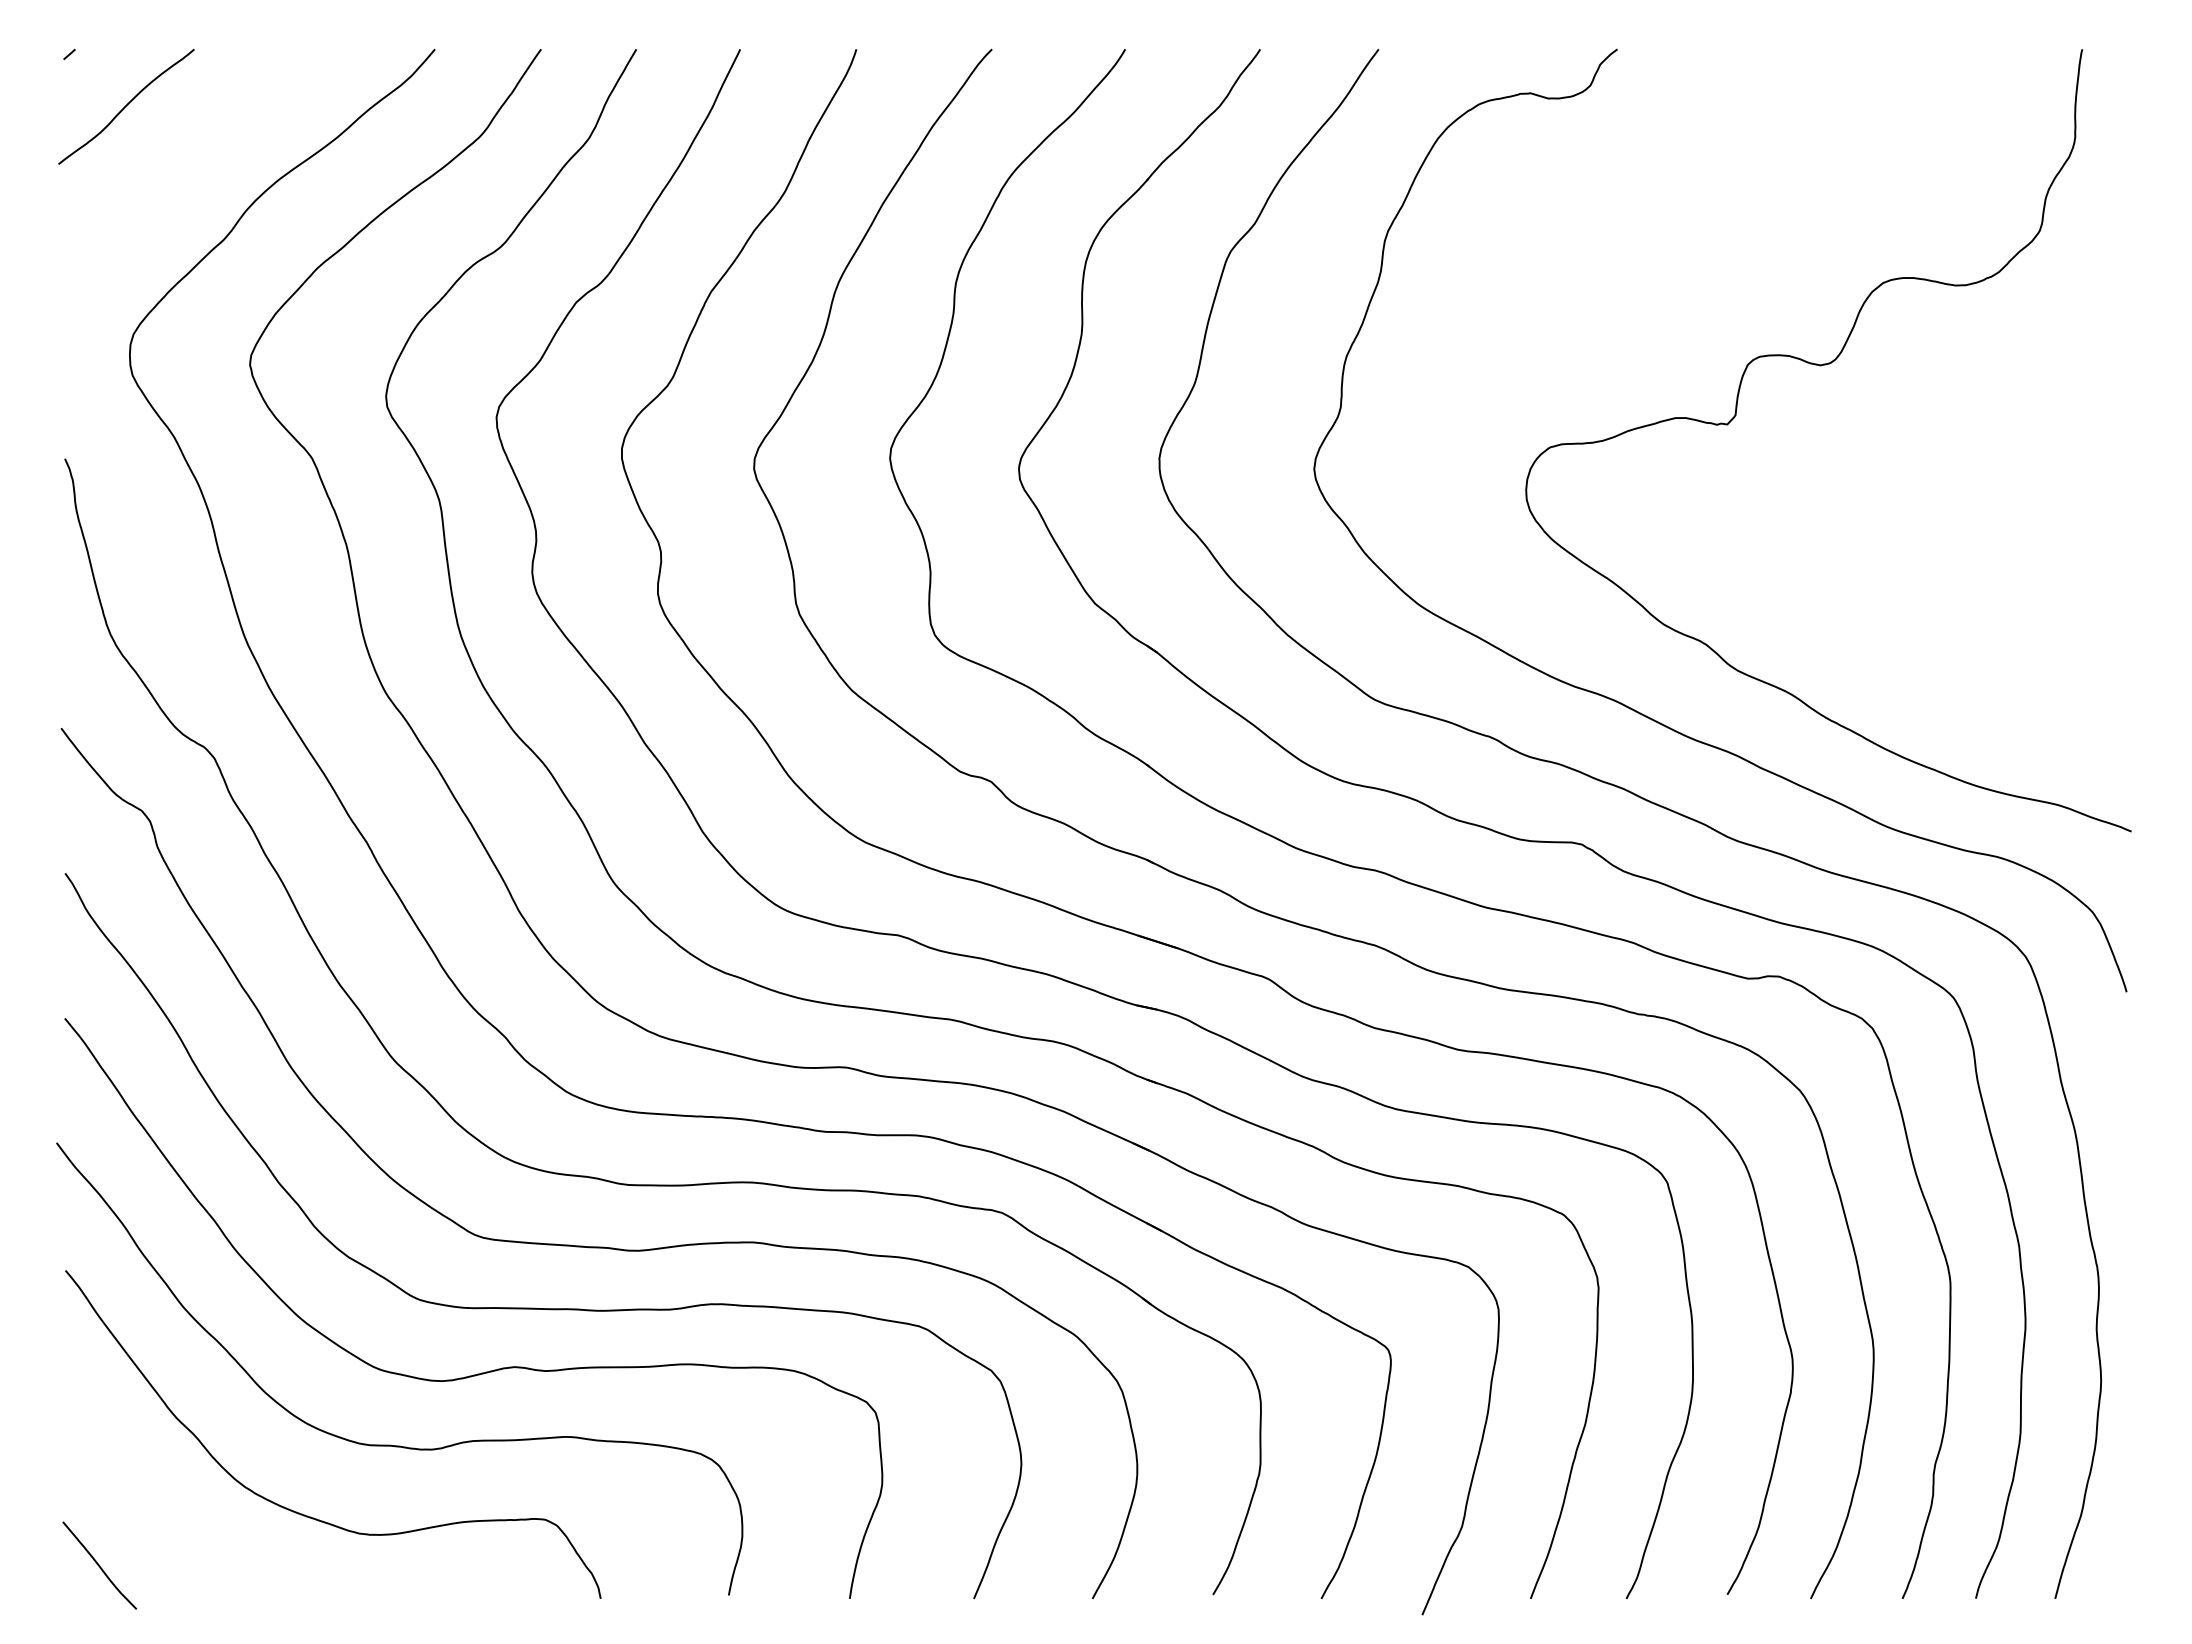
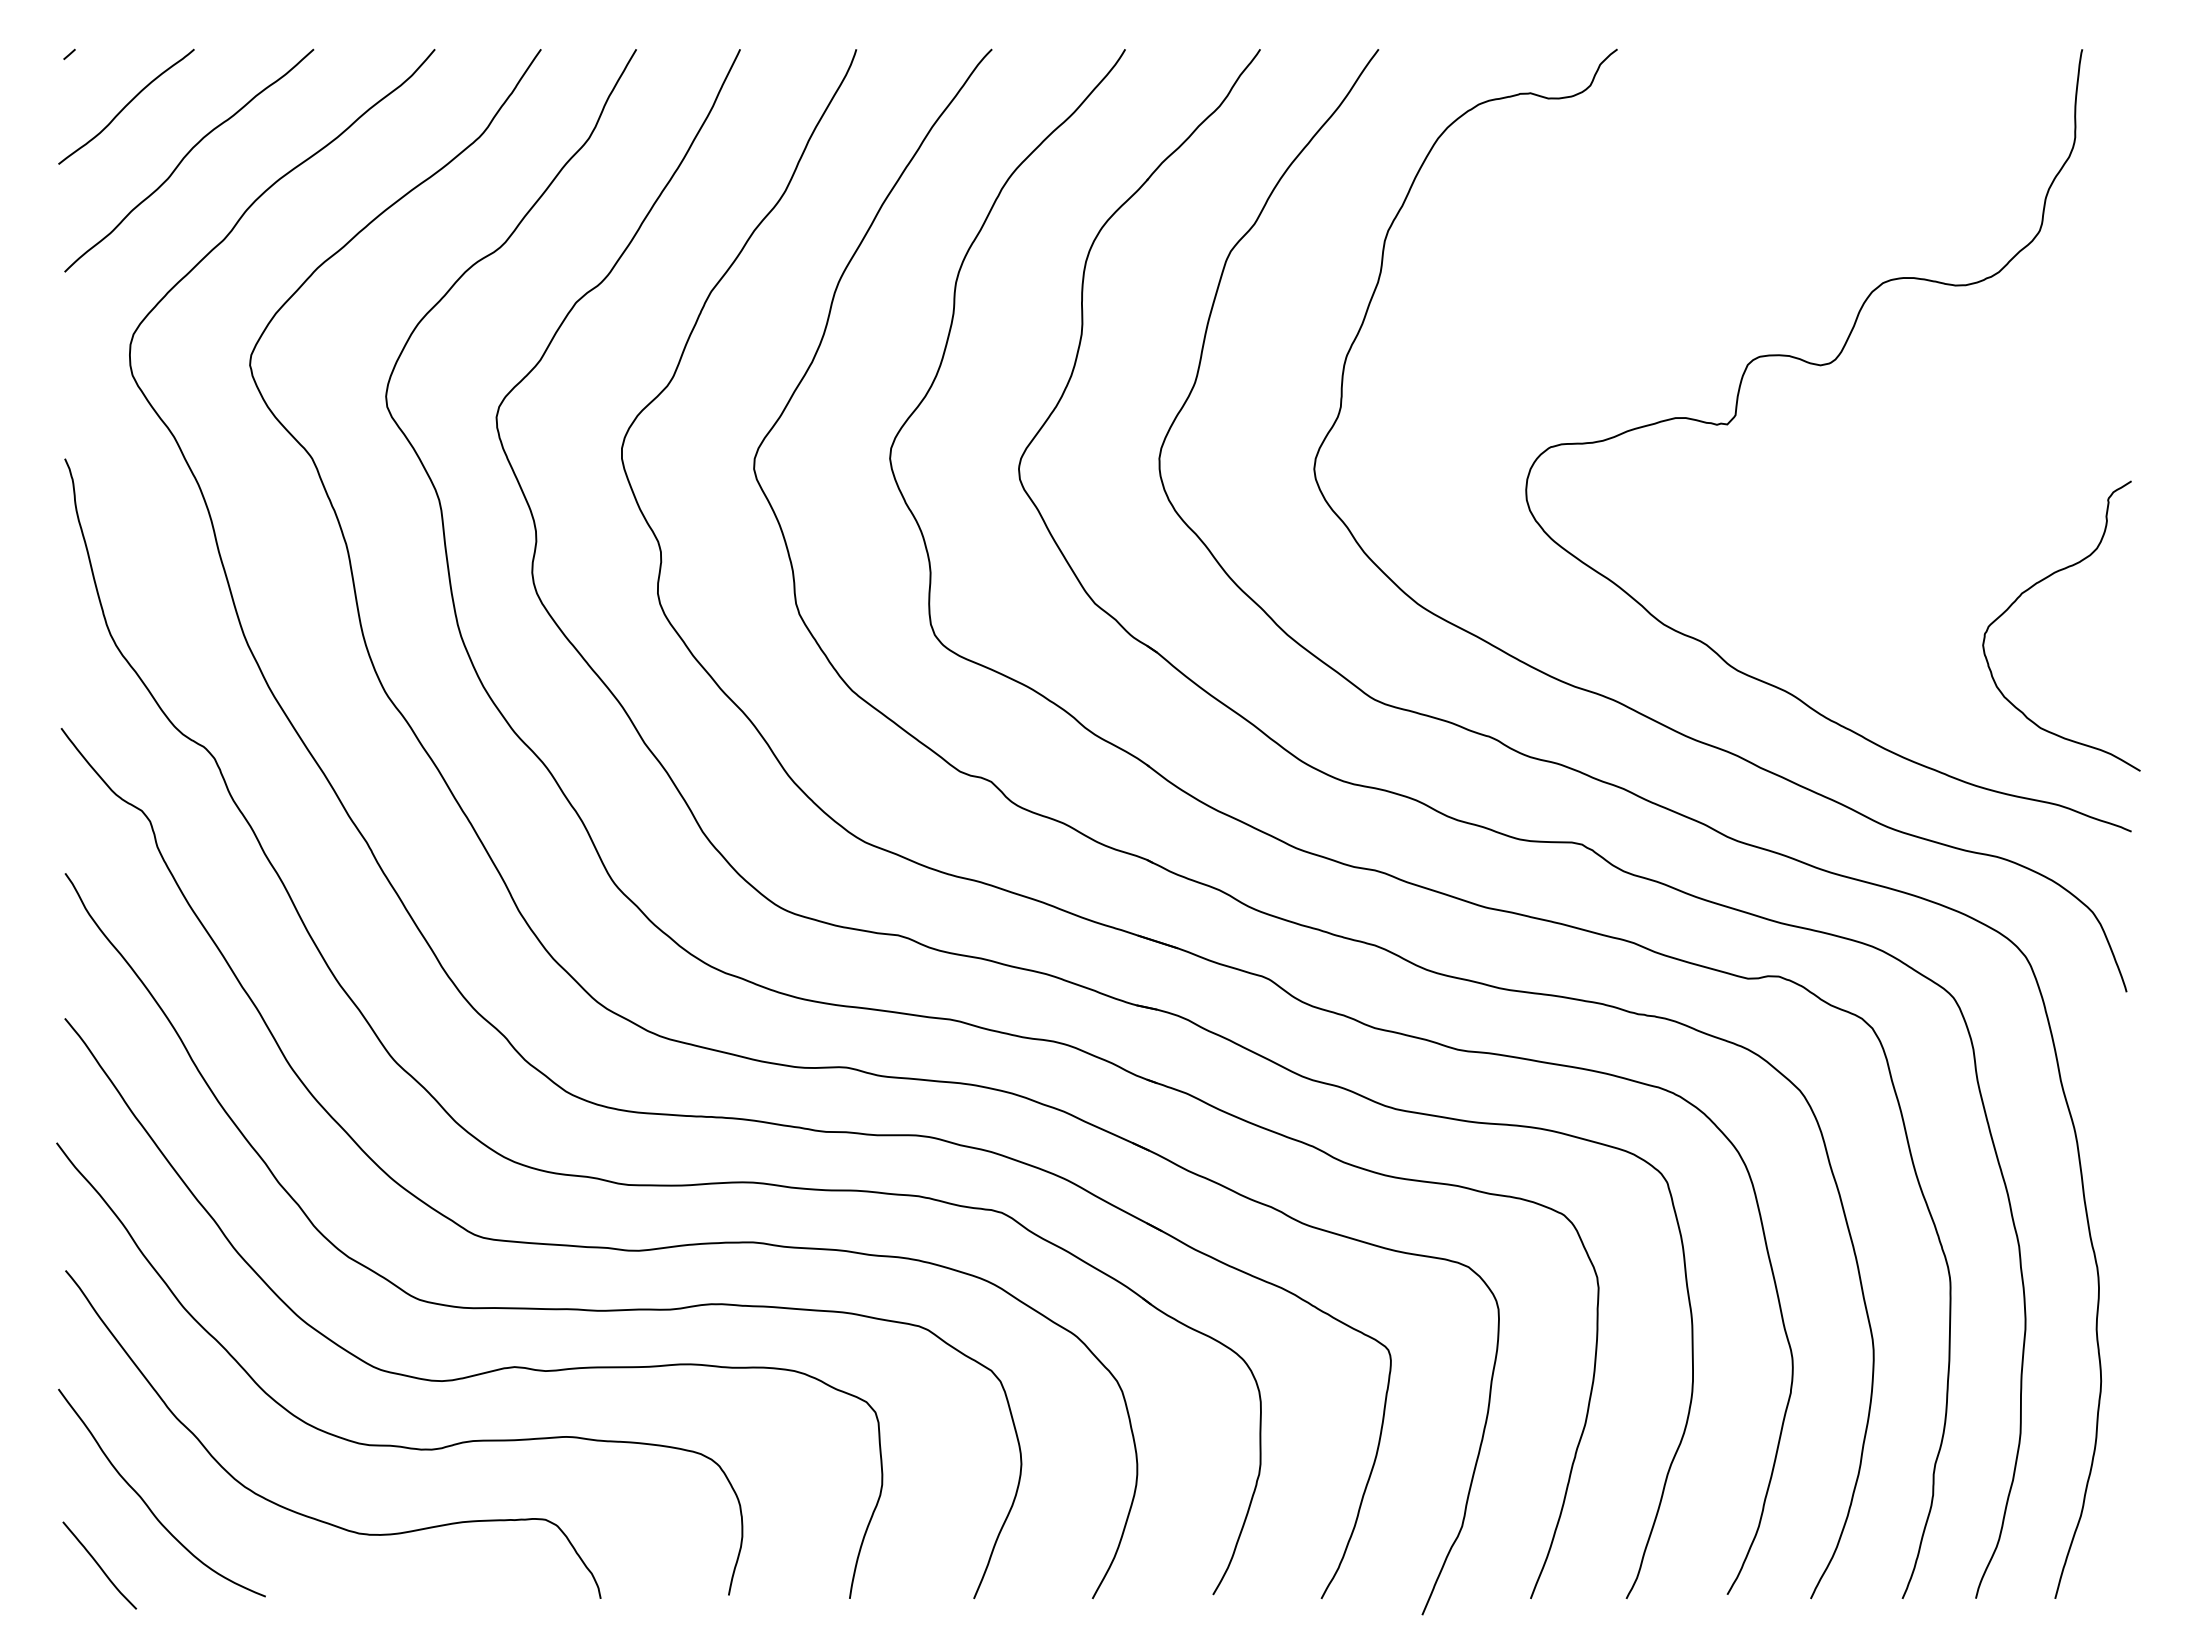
curve at (186, 156): none -> present
curve at (2031, 588): none -> present
curve at (145, 1501): none -> present
